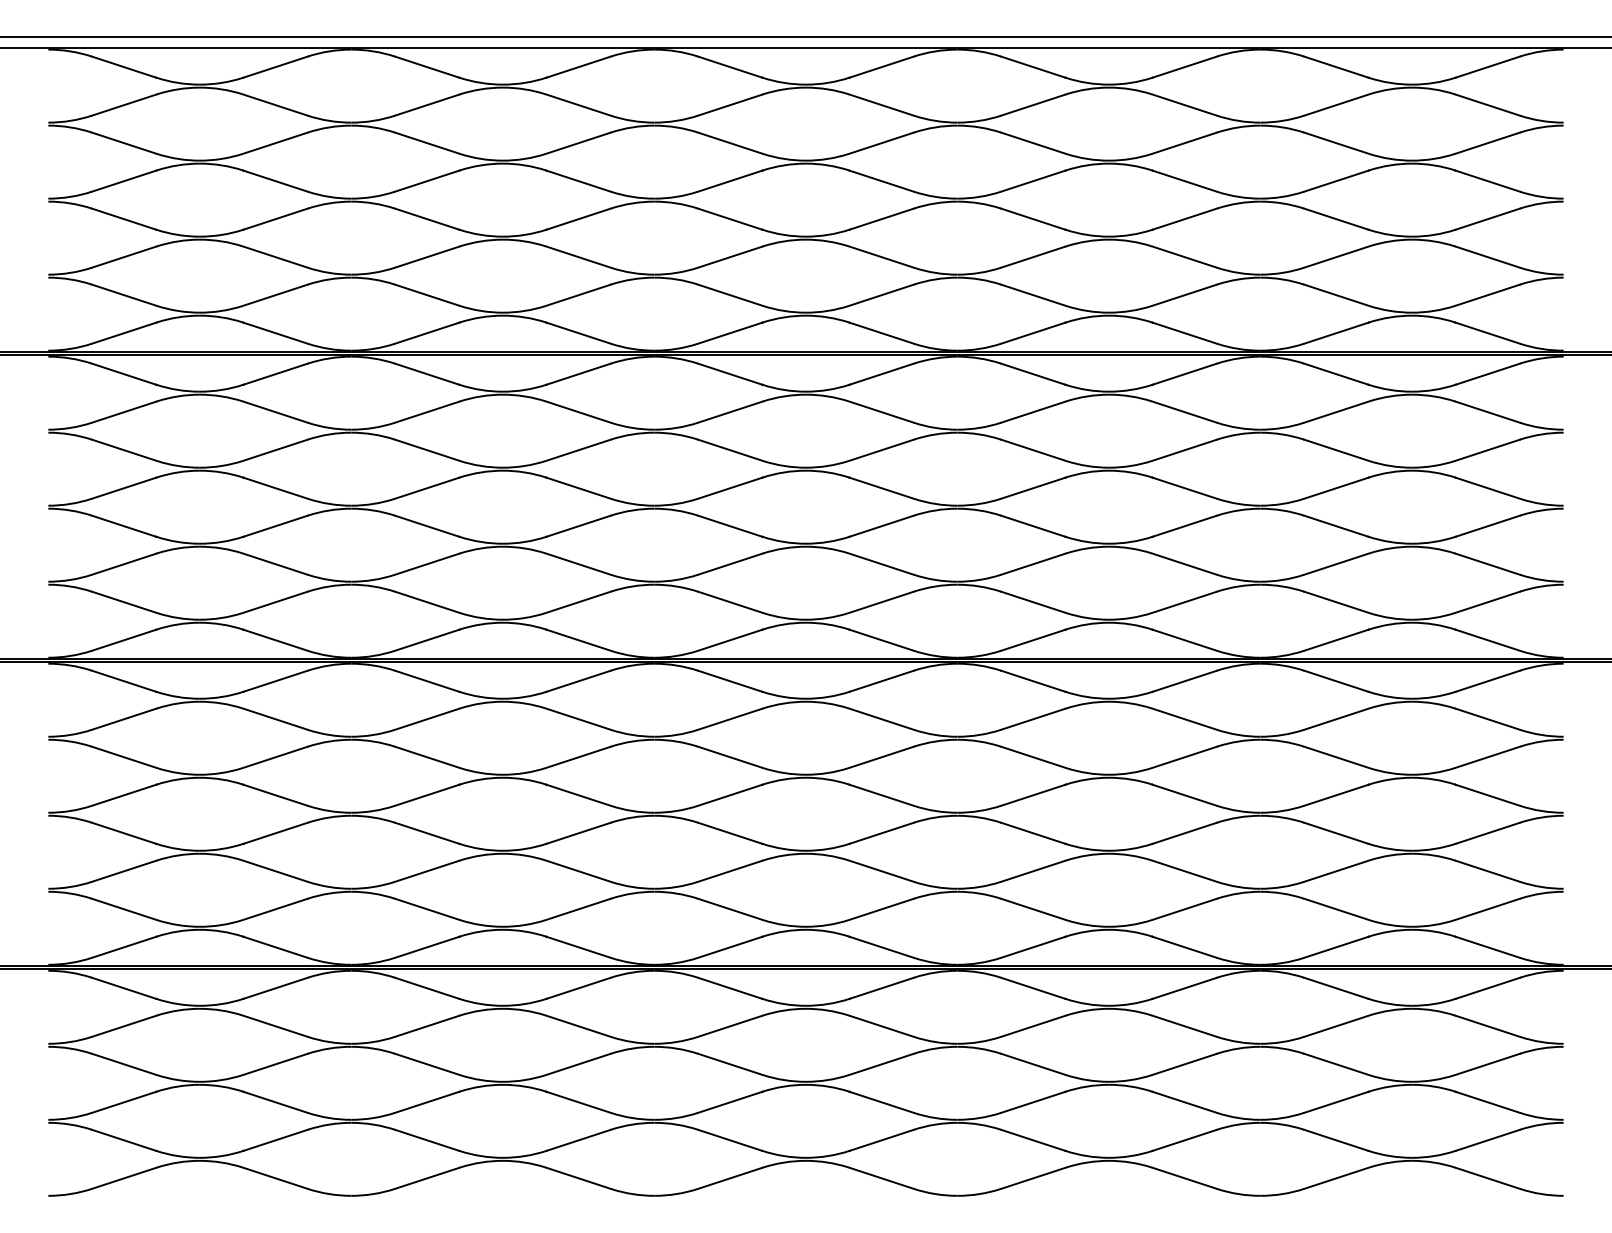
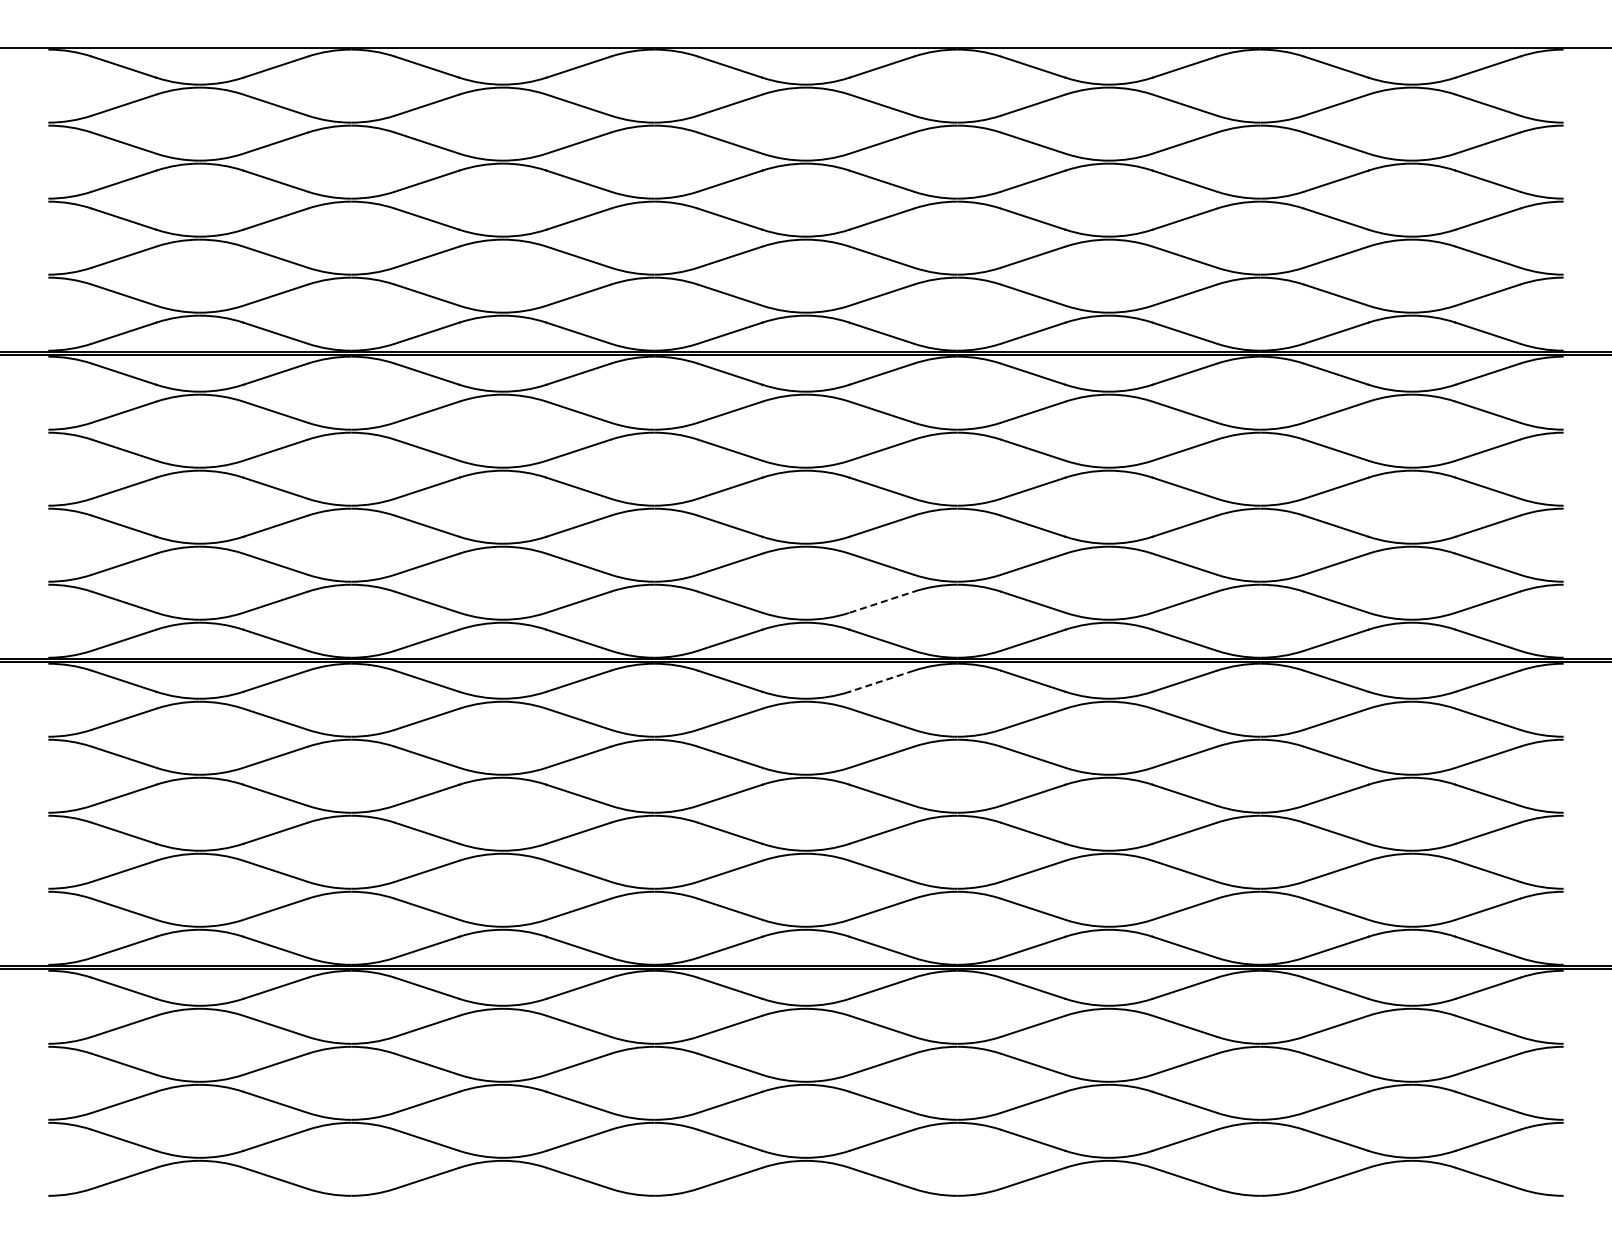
line at (805, 37): present -> none
line at (881, 602): solid -> dashed
line at (881, 681): solid -> dashed
